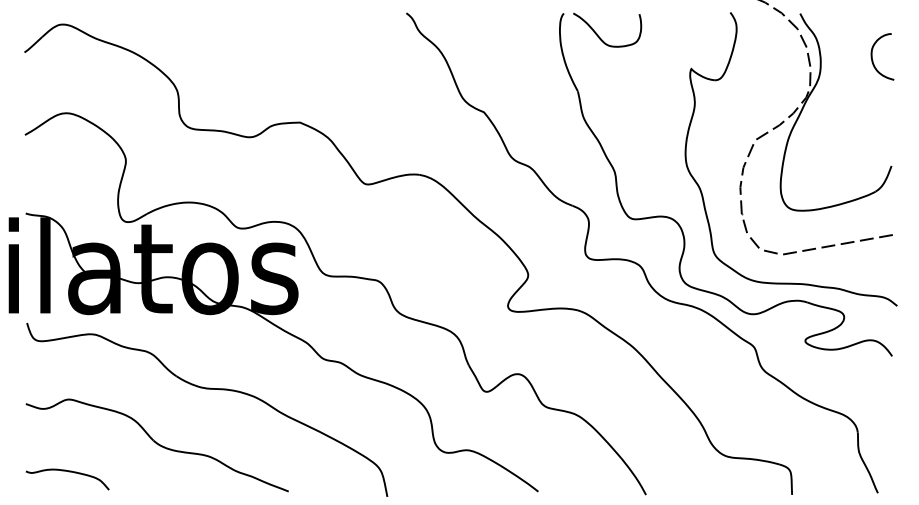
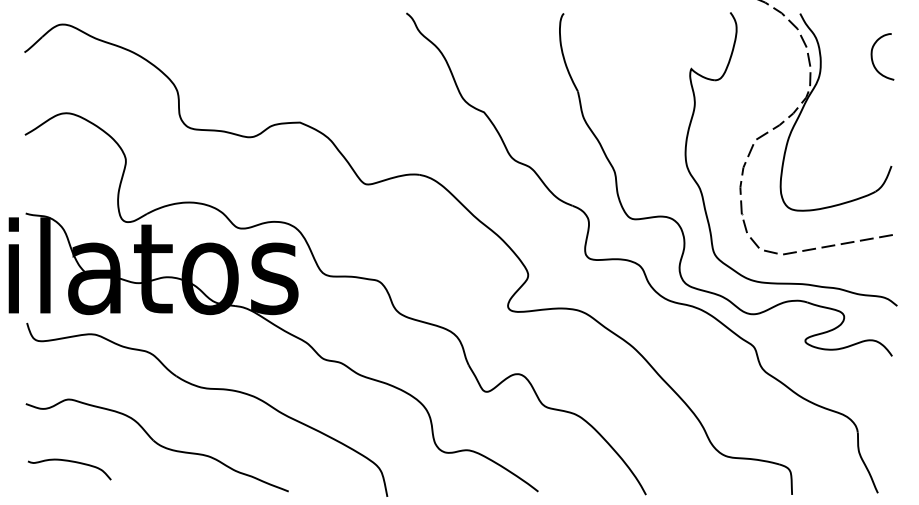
curve at (599, 36): present -> none
curve at (68, 472) position: (68, 472) -> (70, 462)
